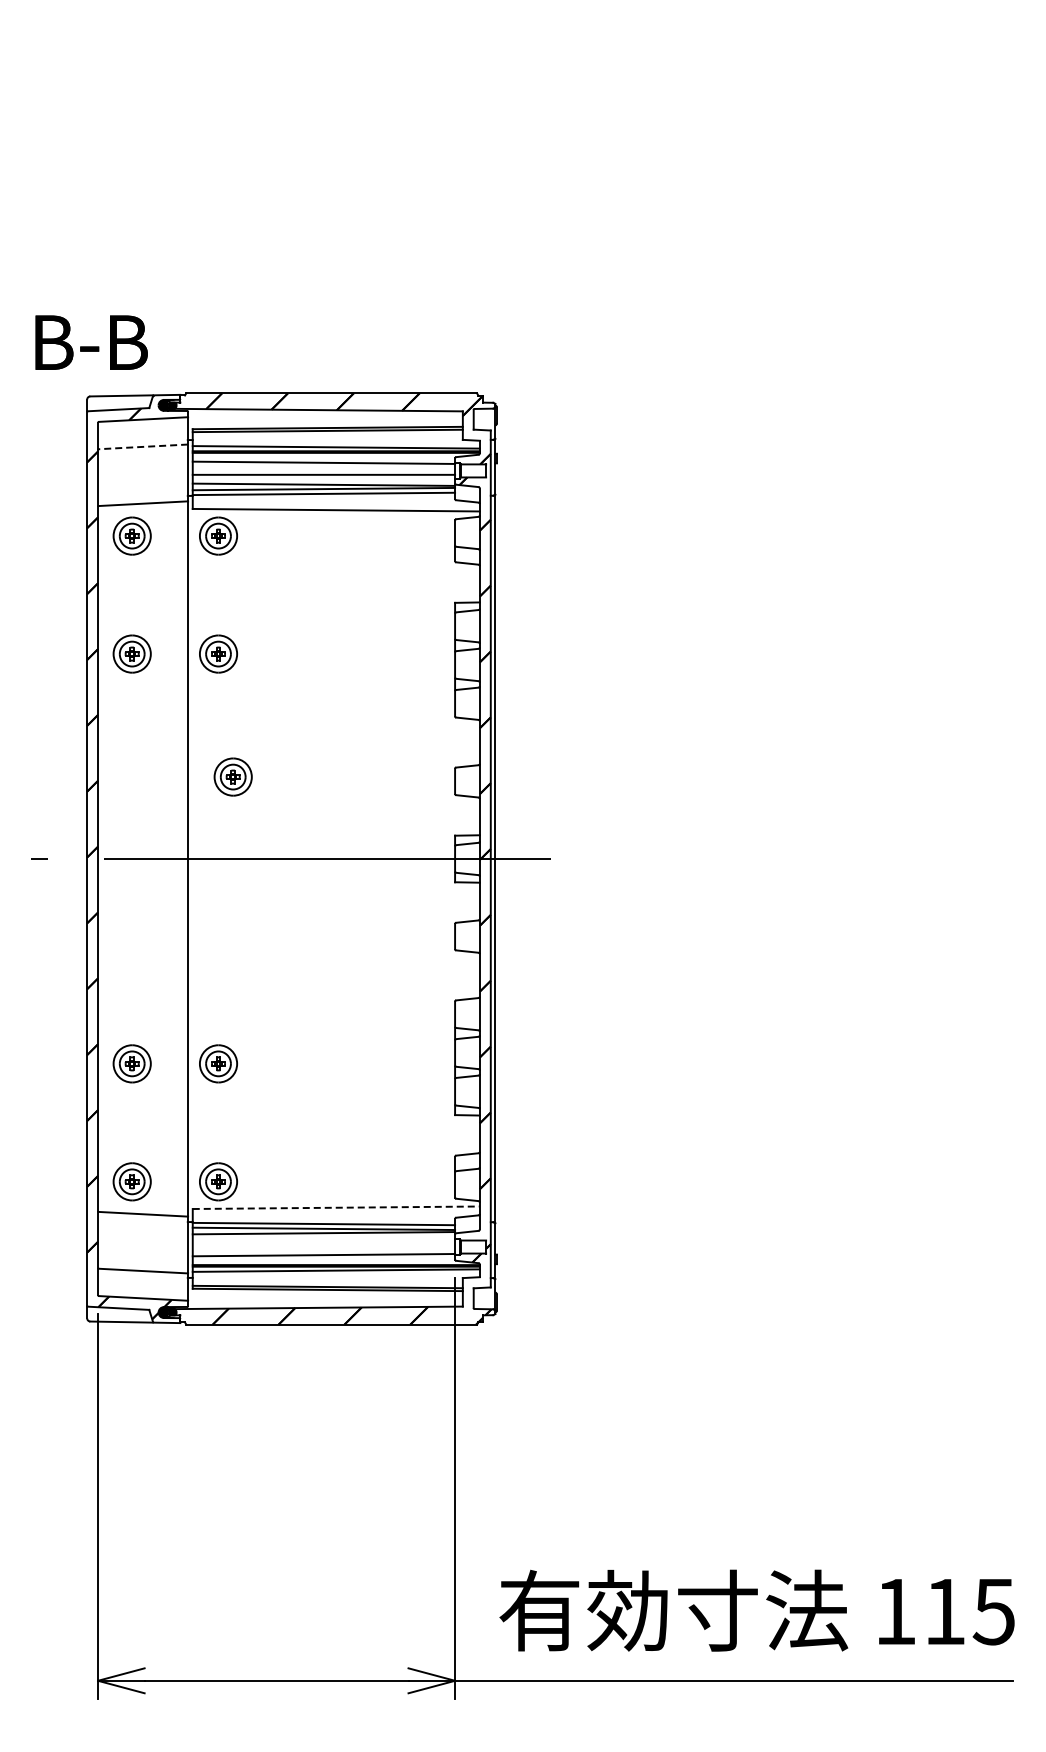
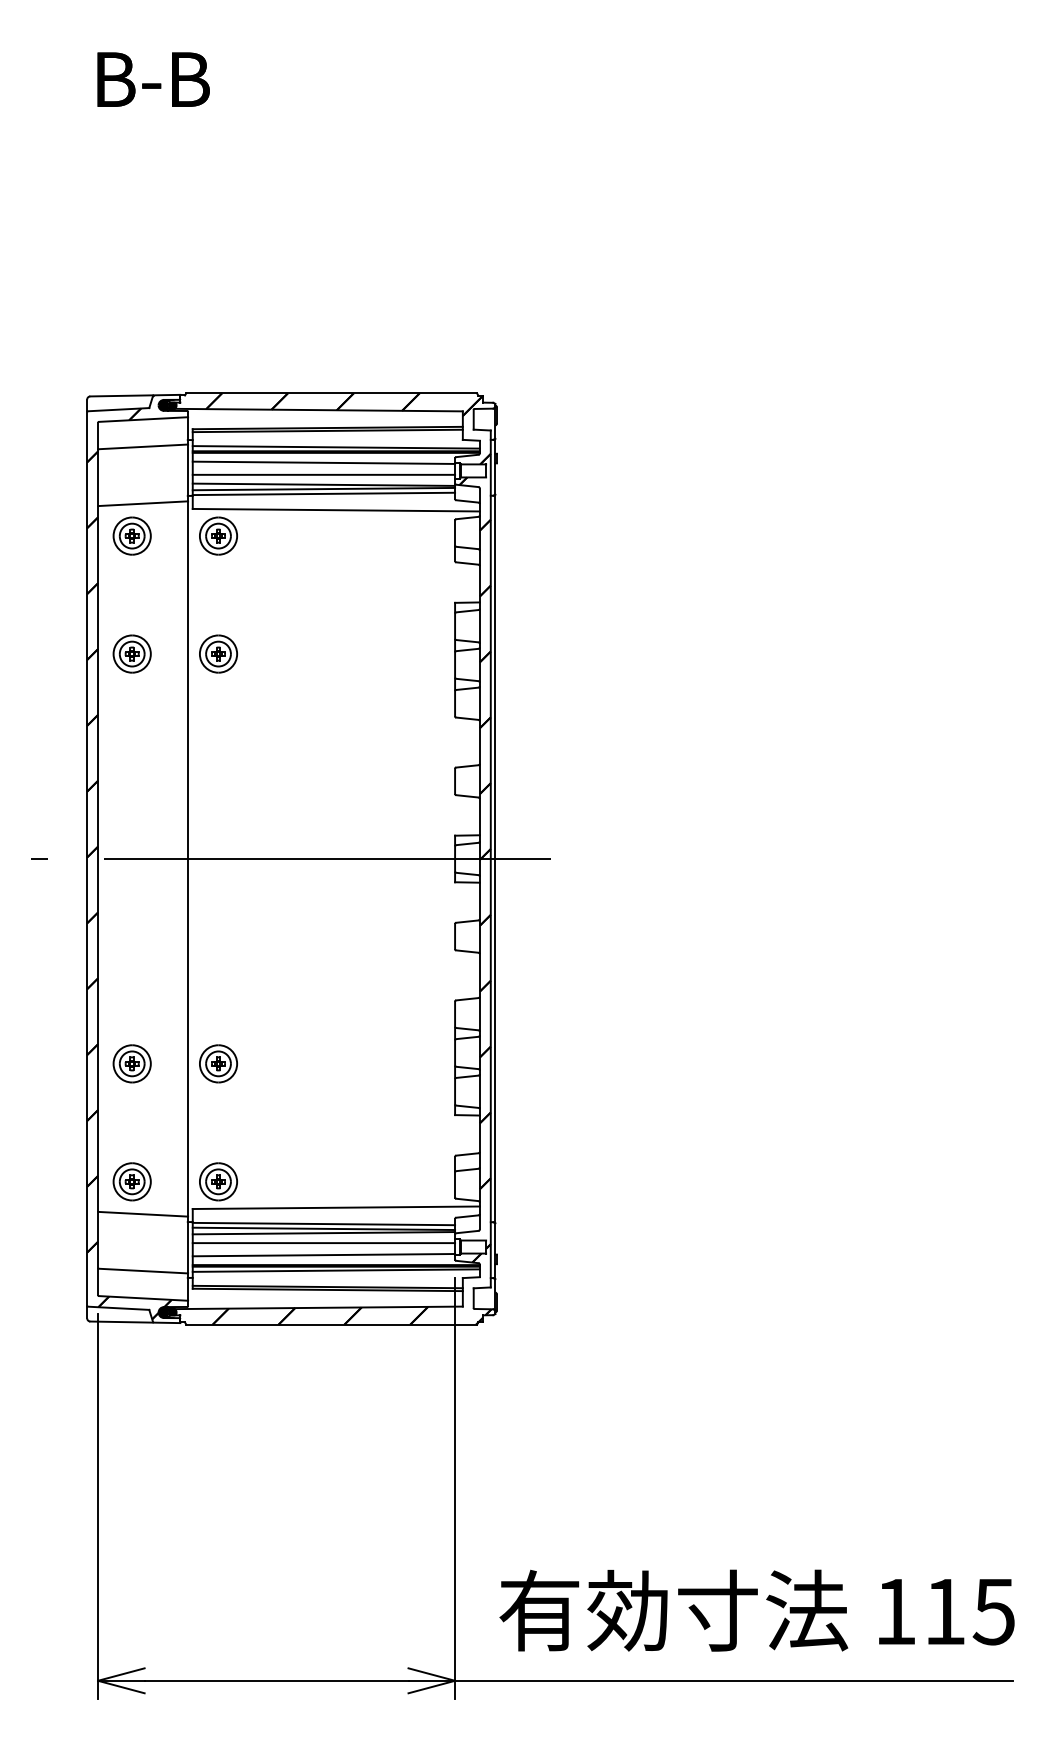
text at (91, 342) position: (91, 342) -> (153, 79)
line at (143, 446): dashed -> solid
part at (232, 776): present -> none
line at (336, 1207): dashed -> solid
line at (323, 1243): none -> present
